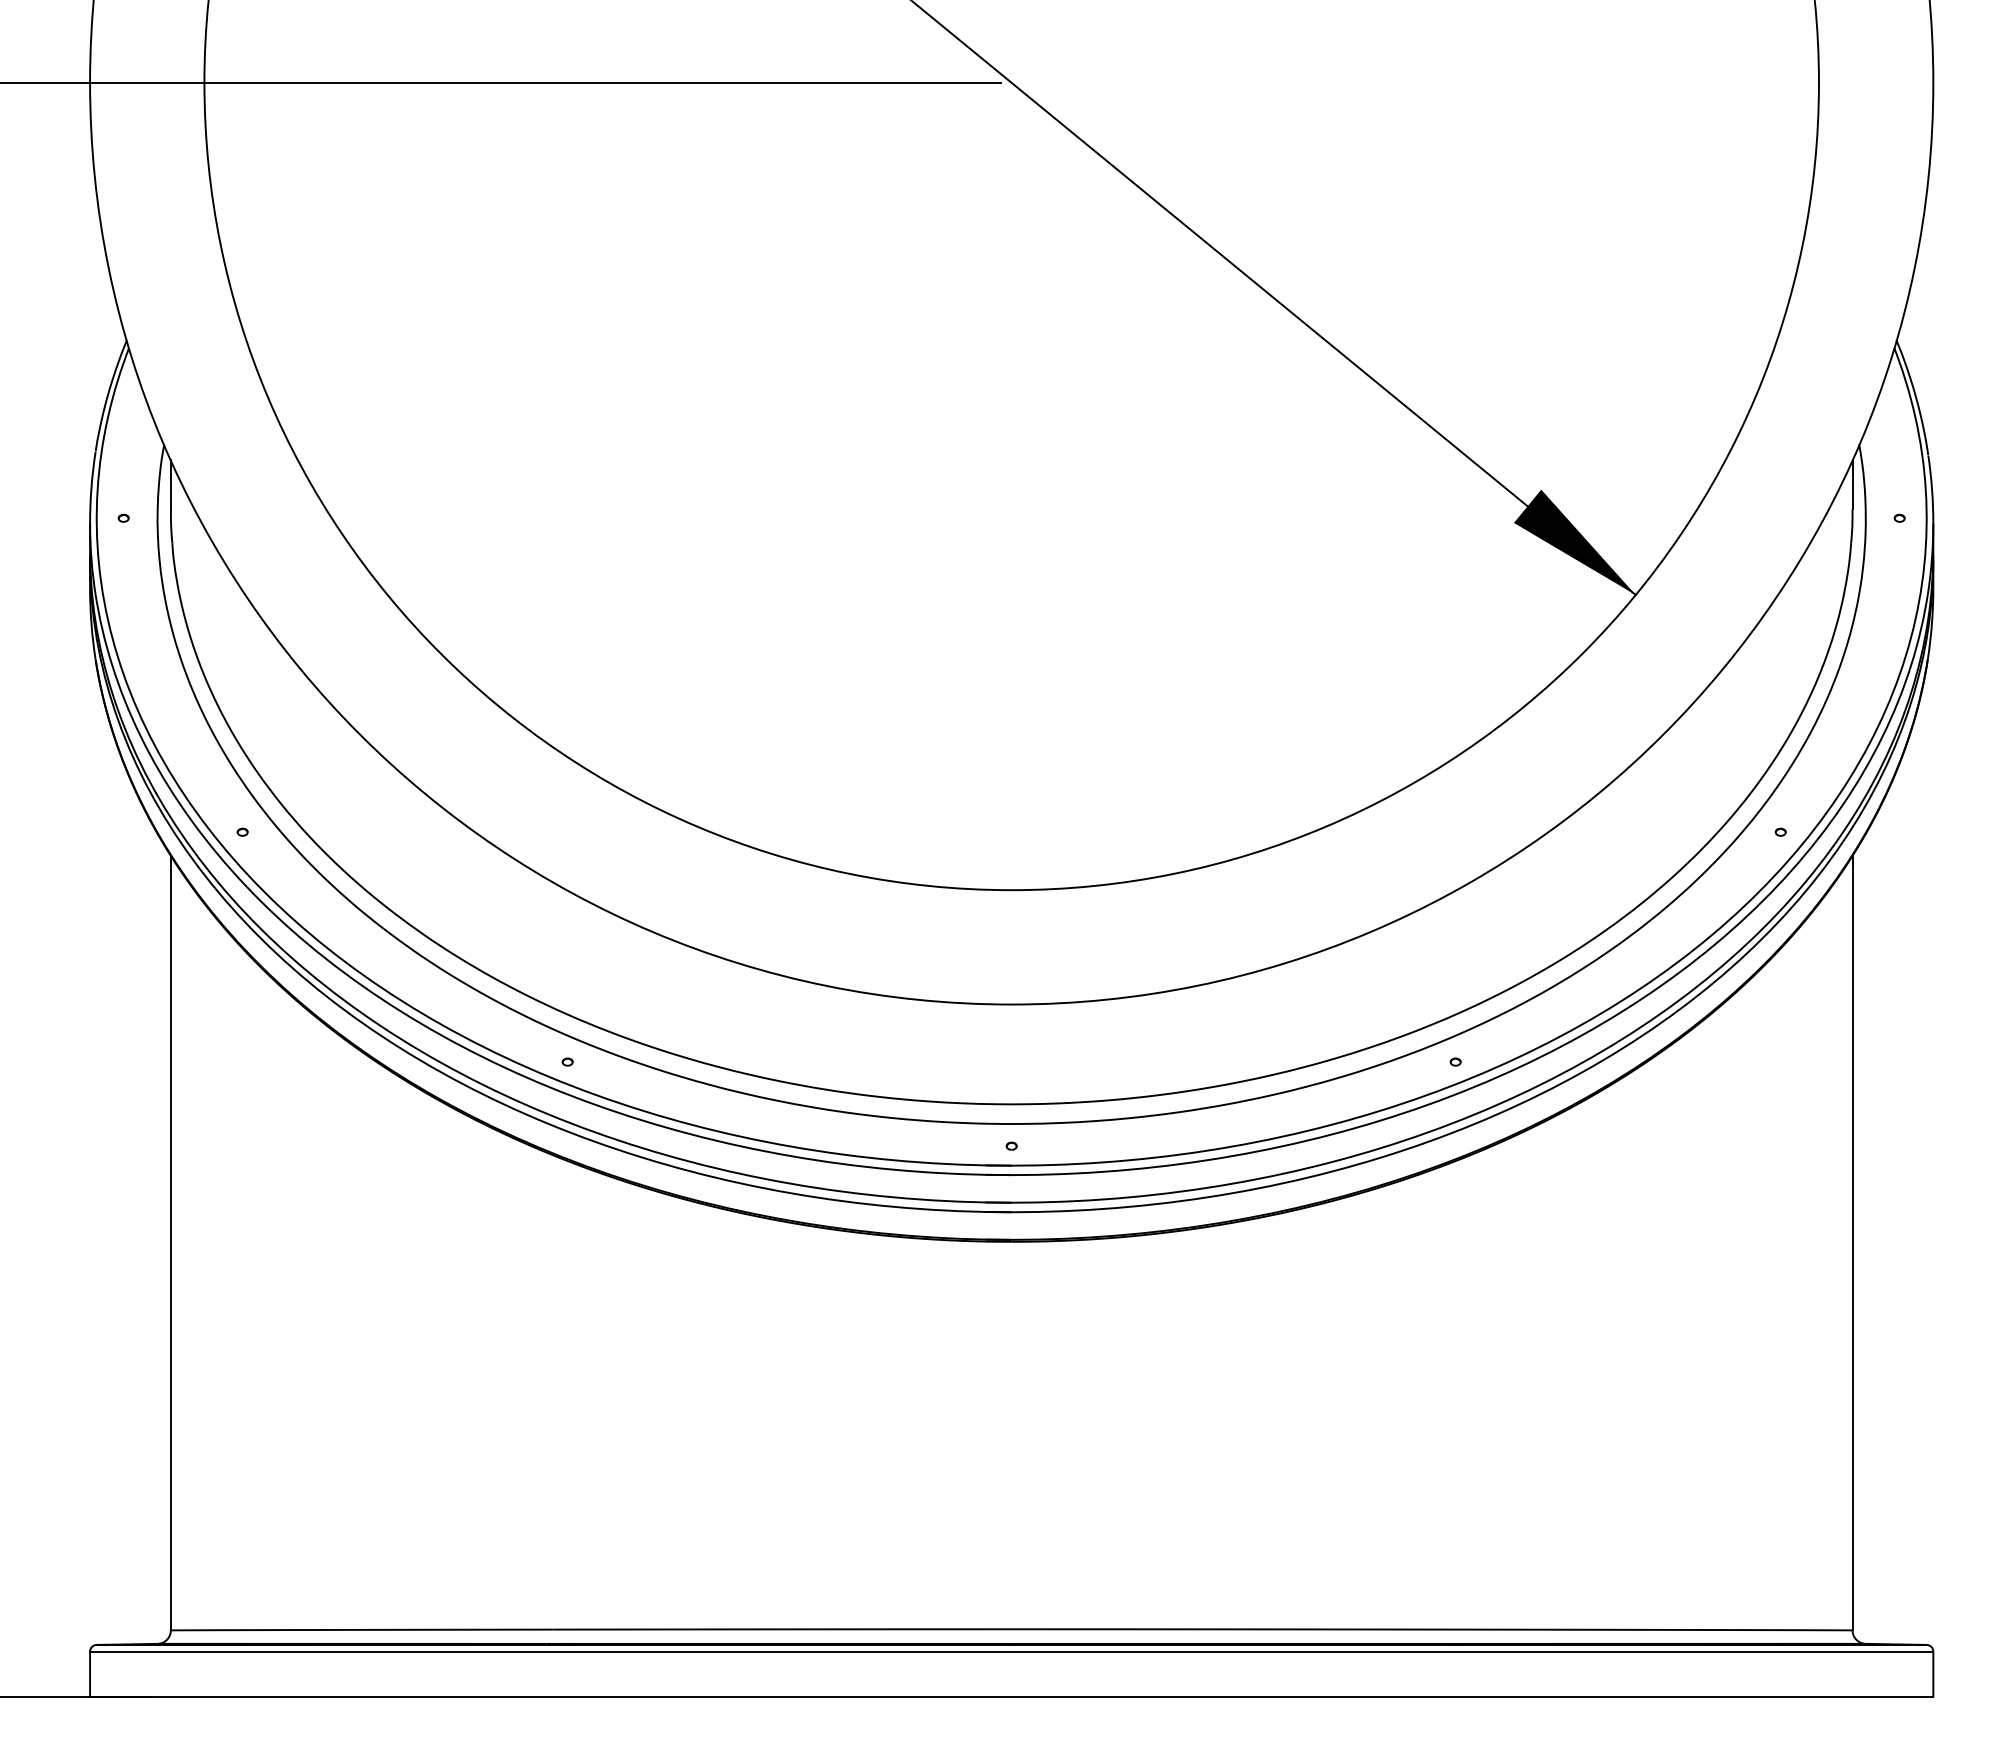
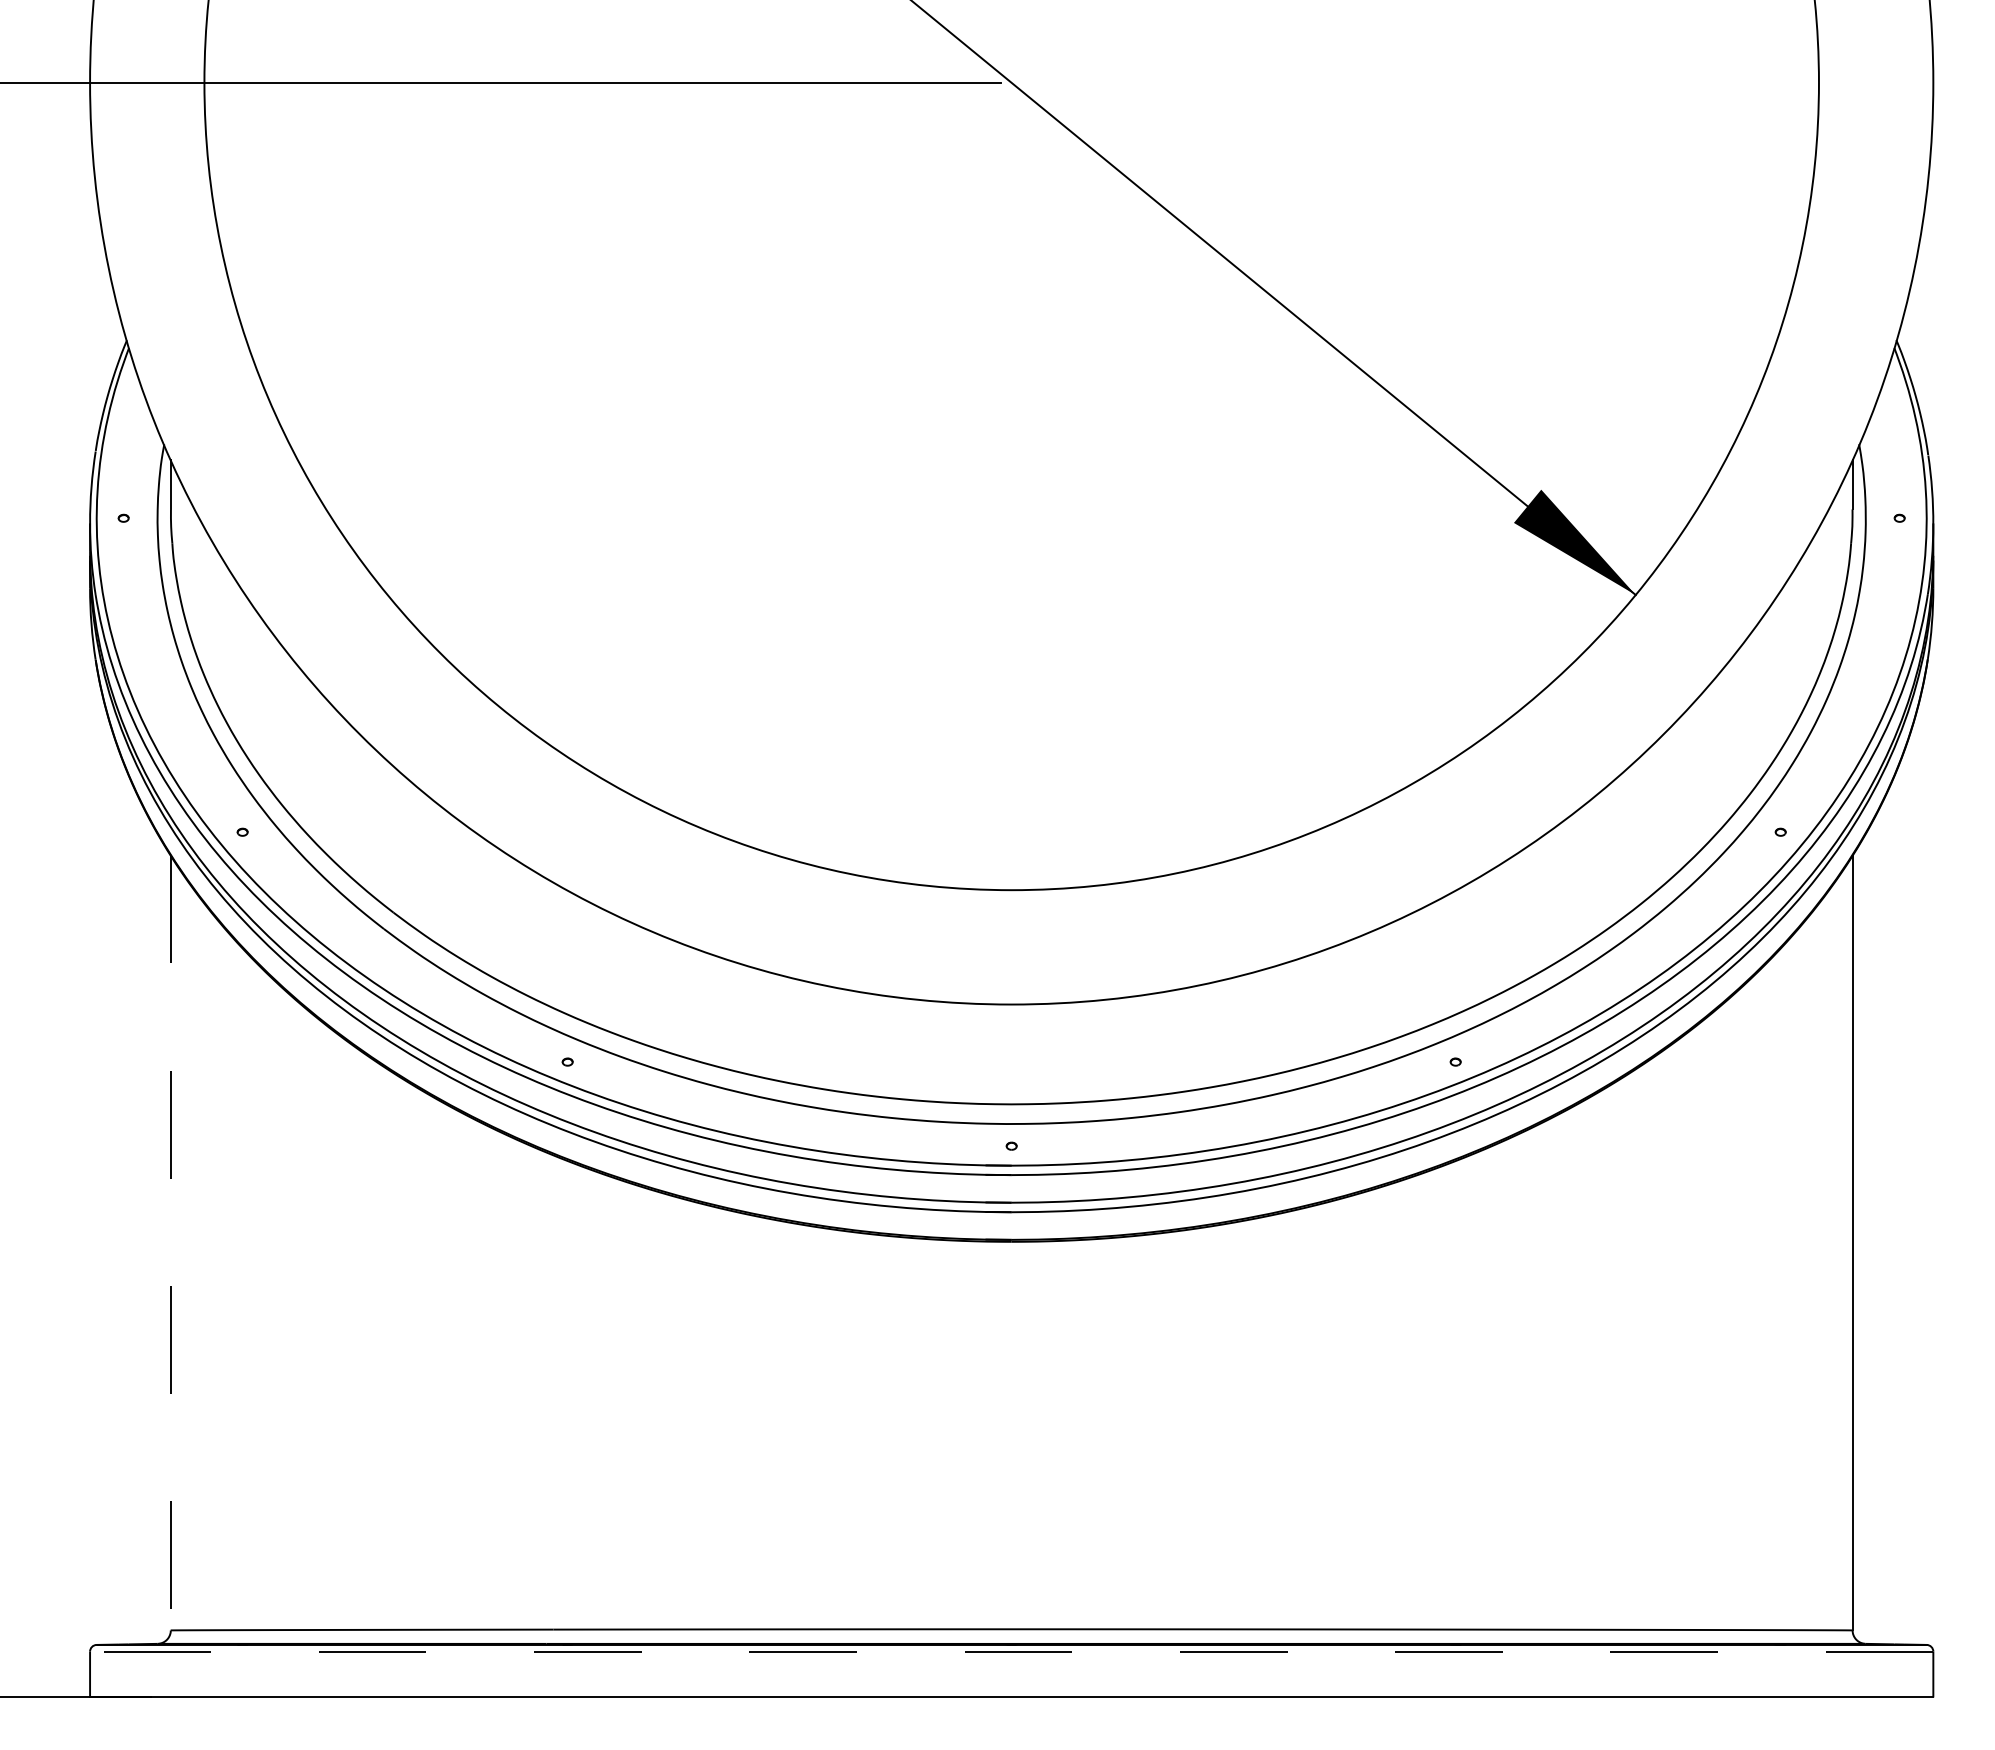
line at (170, 1243): solid -> dashed
line at (1011, 1651): solid -> dashed
